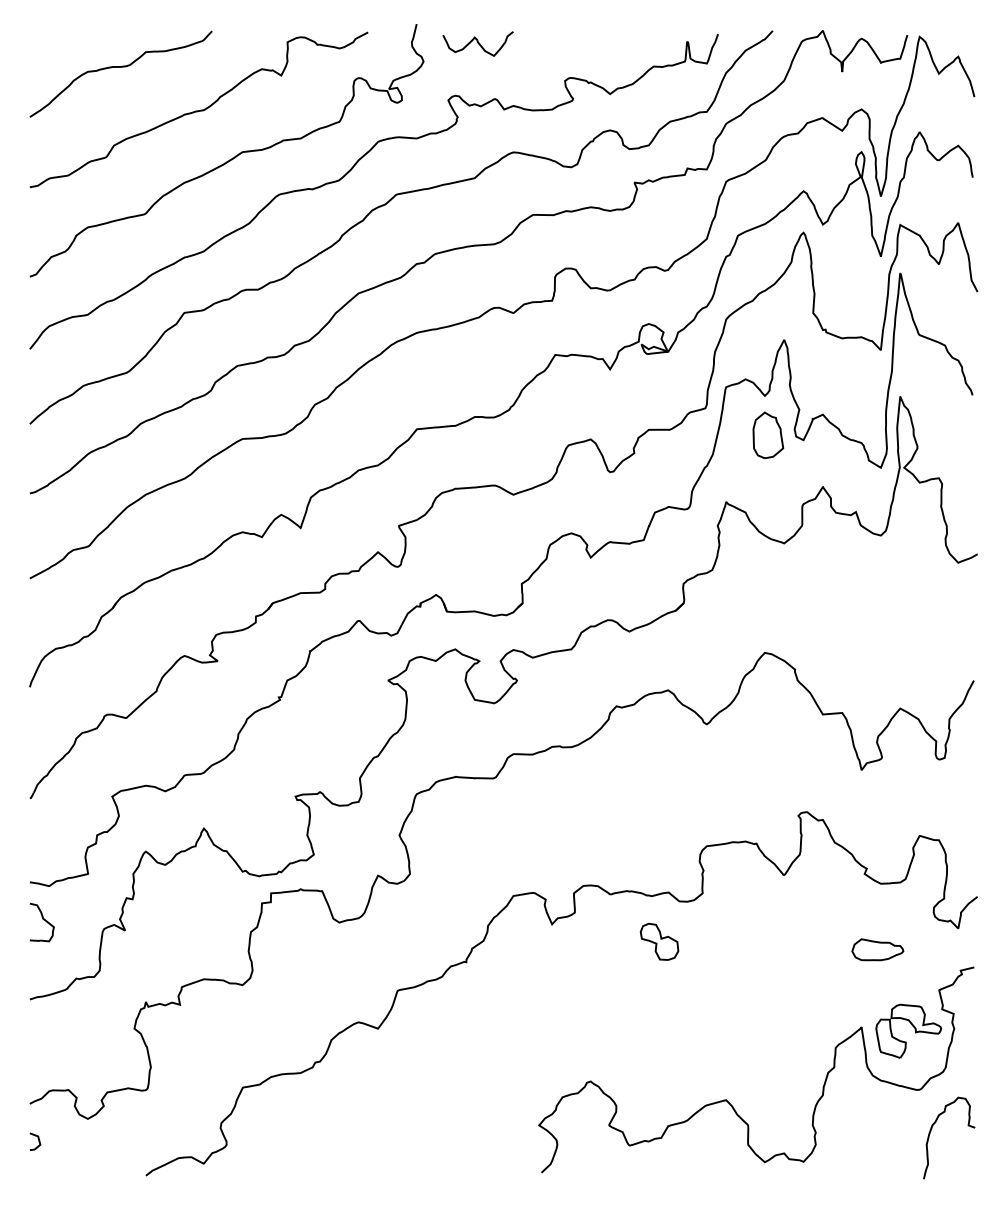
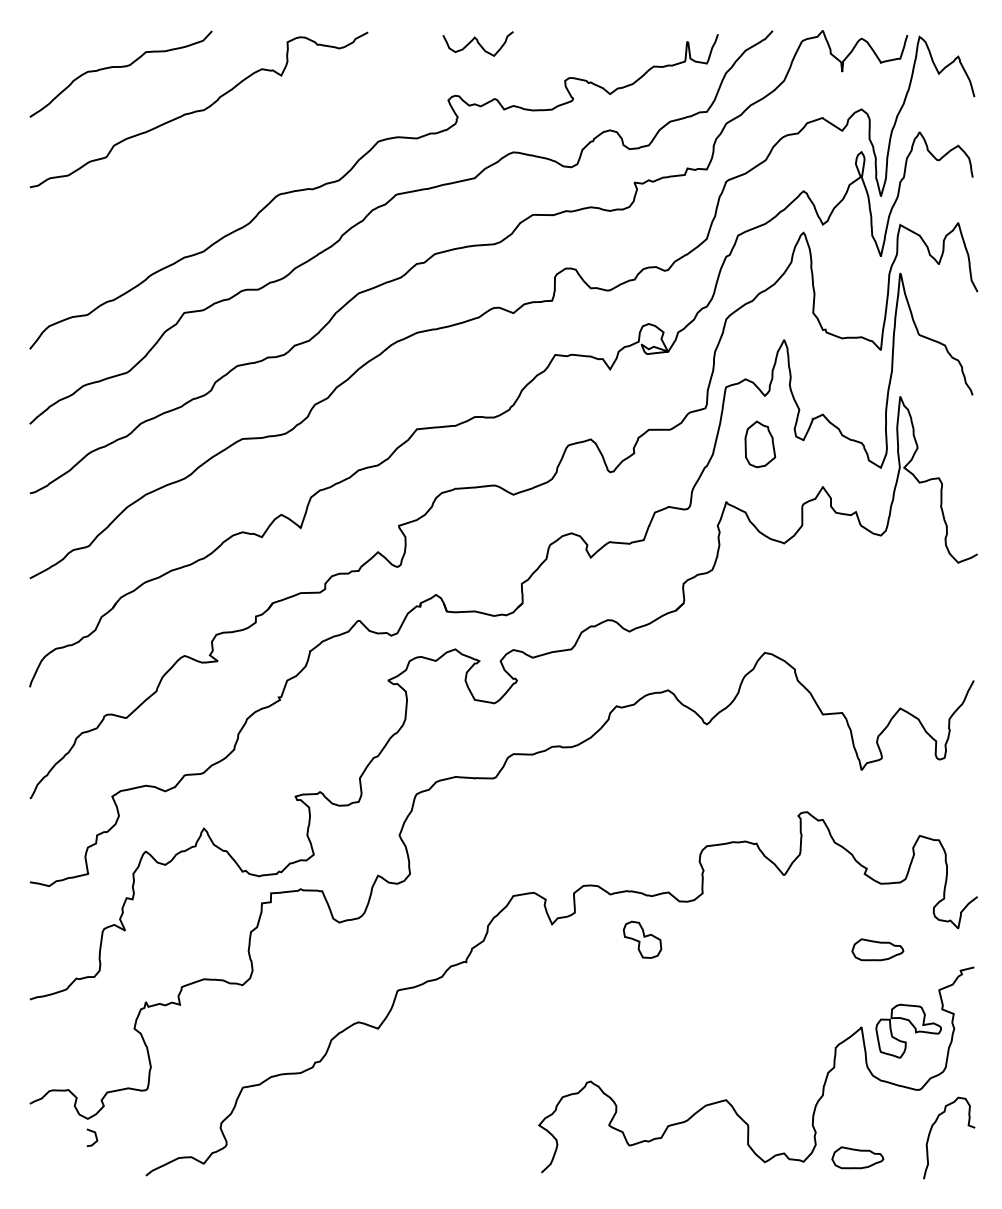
curve at (232, 157): present -> none
part at (768, 435) position: (768, 435) -> (760, 444)
curve at (43, 920): present -> none
part at (659, 941) position: (659, 941) -> (642, 939)
line at (38, 1141) position: (38, 1141) -> (95, 1137)
part at (857, 1157): none -> present
